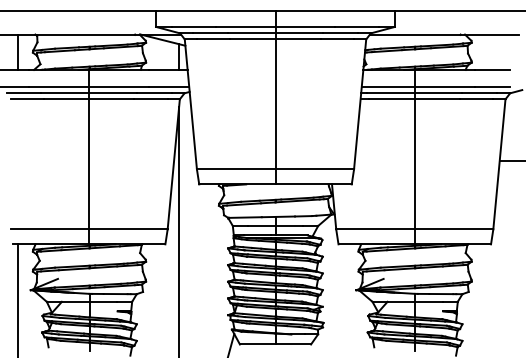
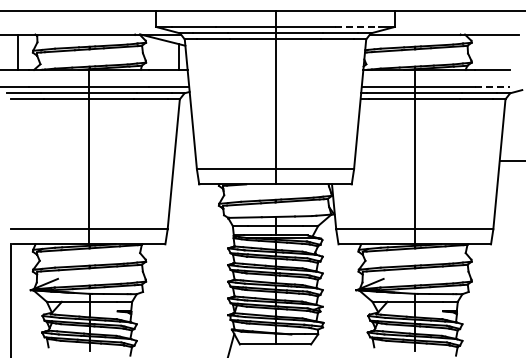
line at (357, 26): solid -> dashed
line at (492, 86): solid -> dashed
line at (179, 230): present -> none
line at (17, 299) position: (17, 299) -> (10, 299)
